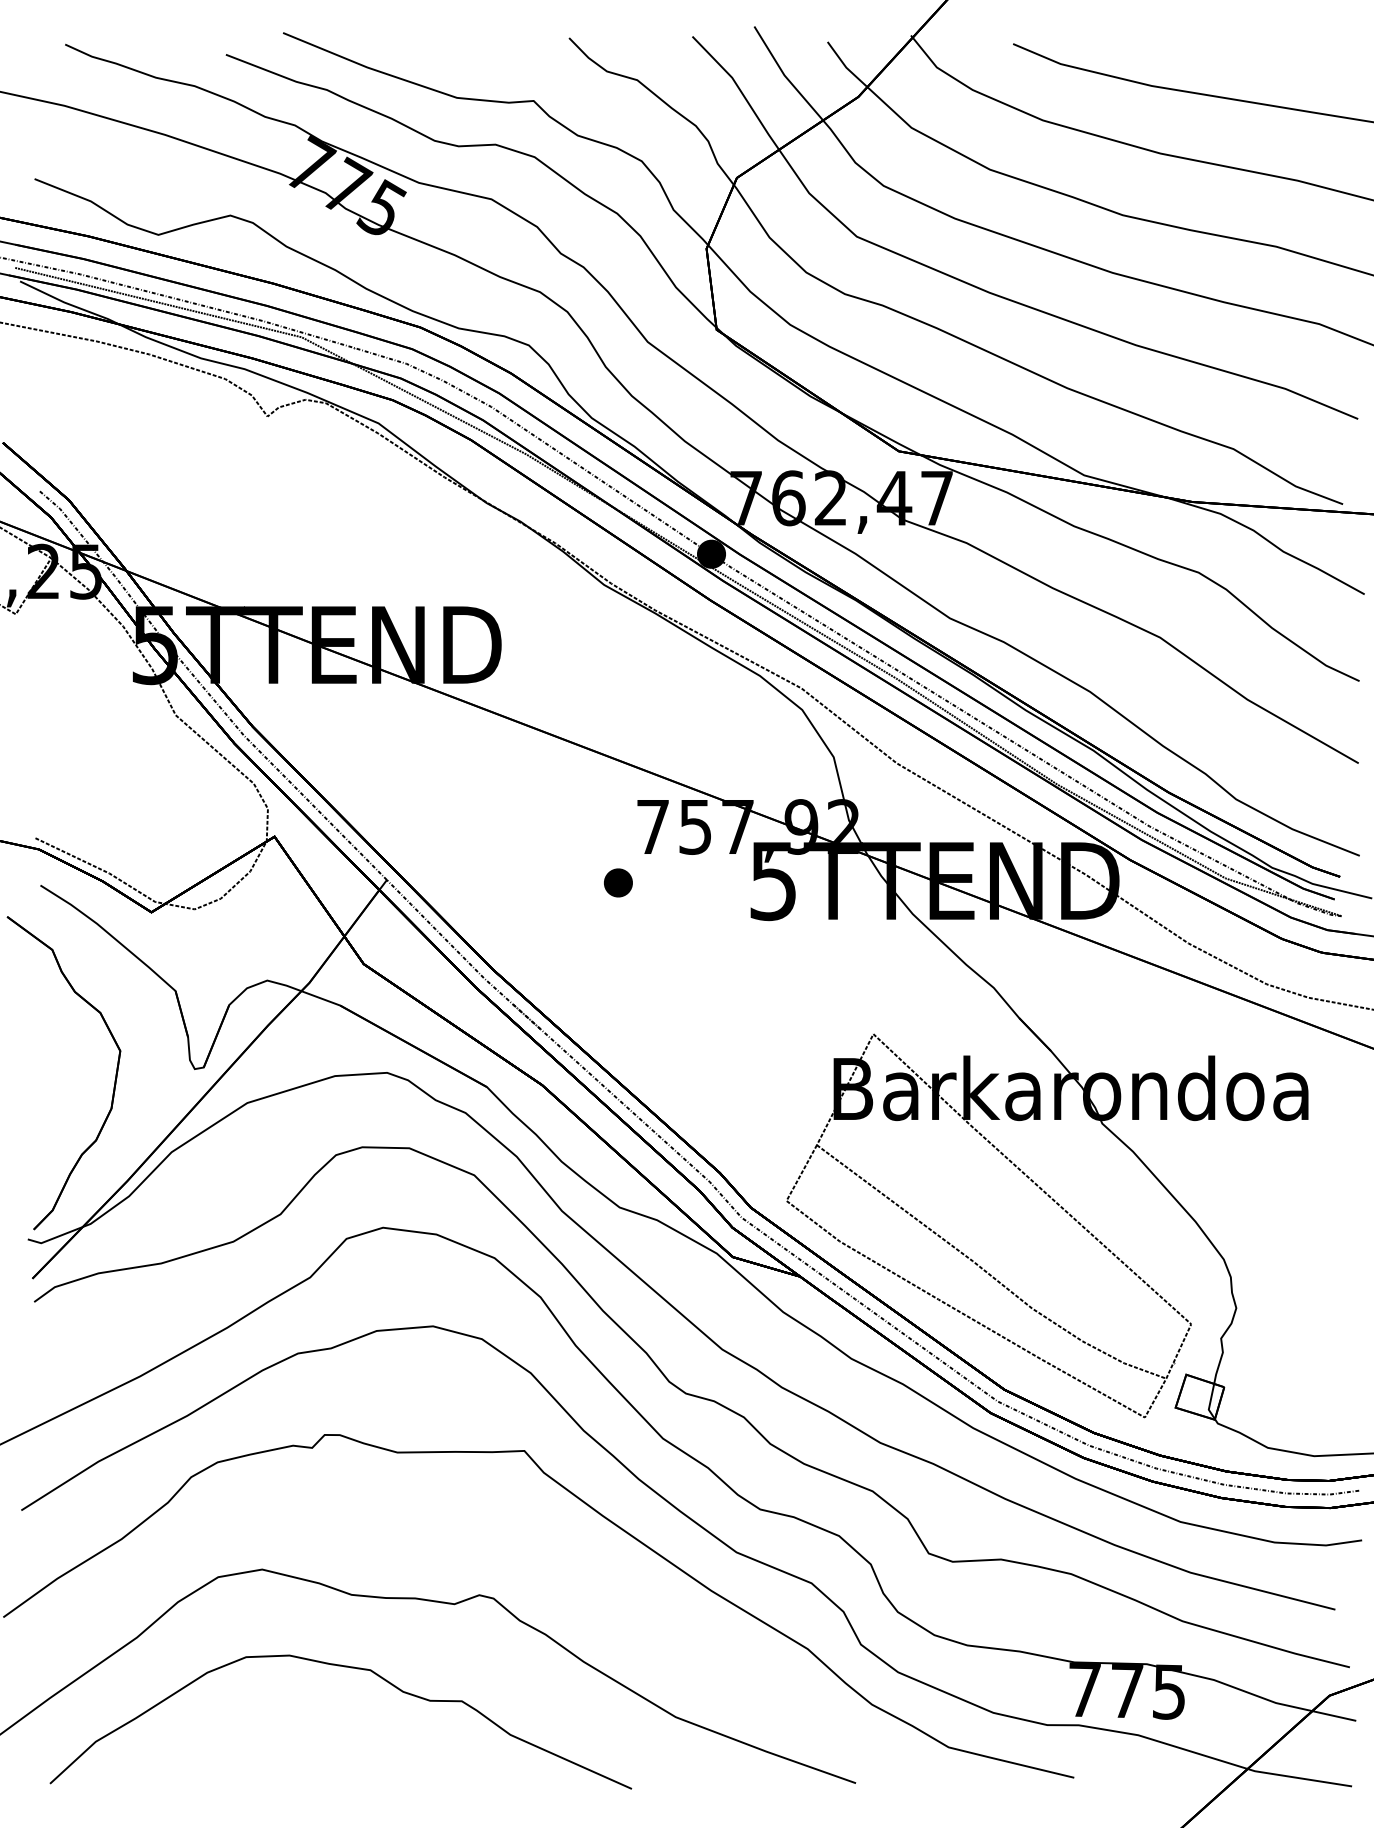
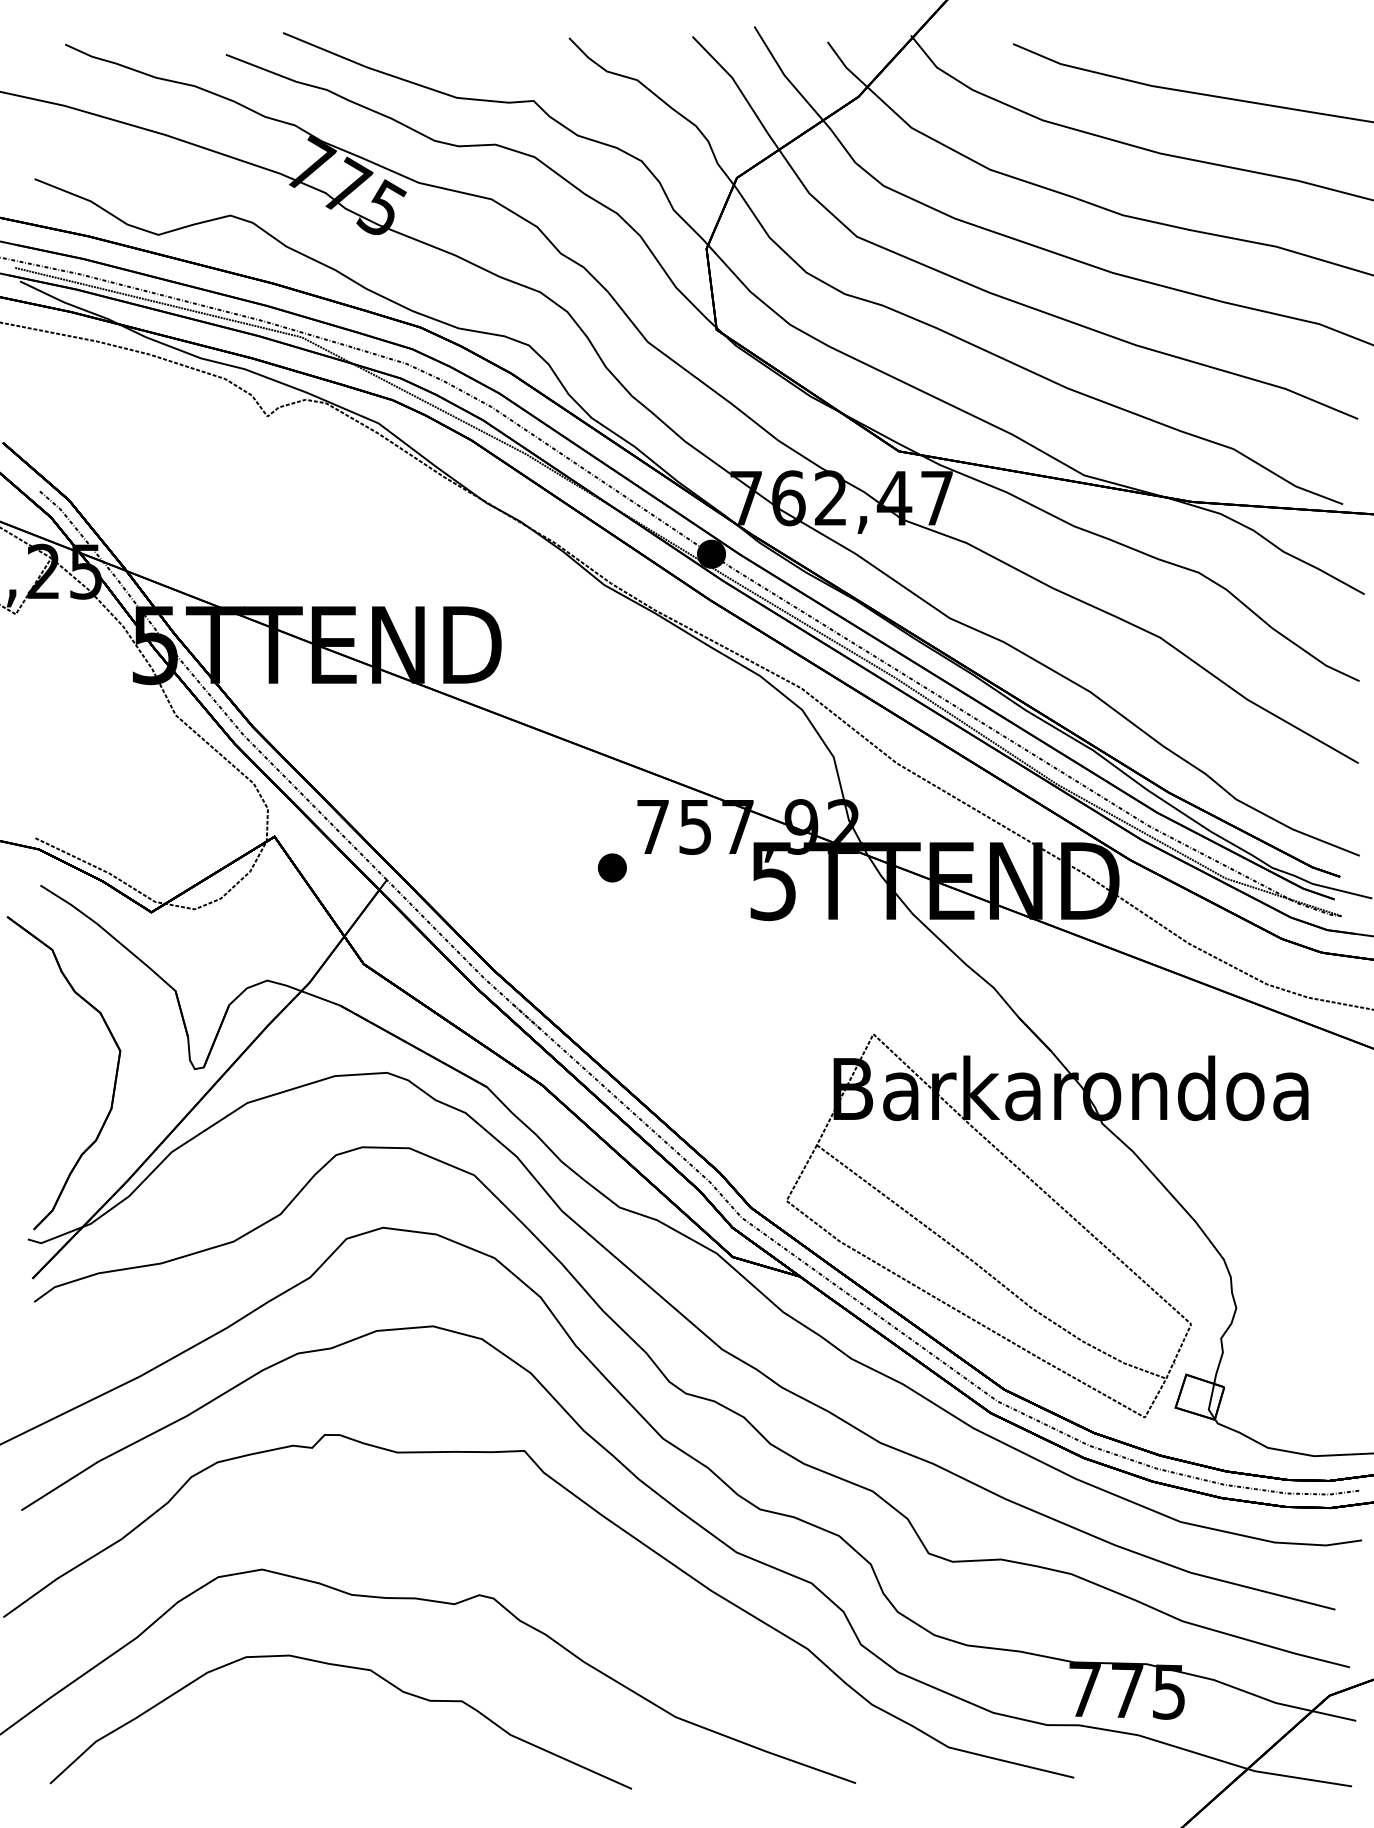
part at (618, 882) position: (618, 882) -> (612, 867)
